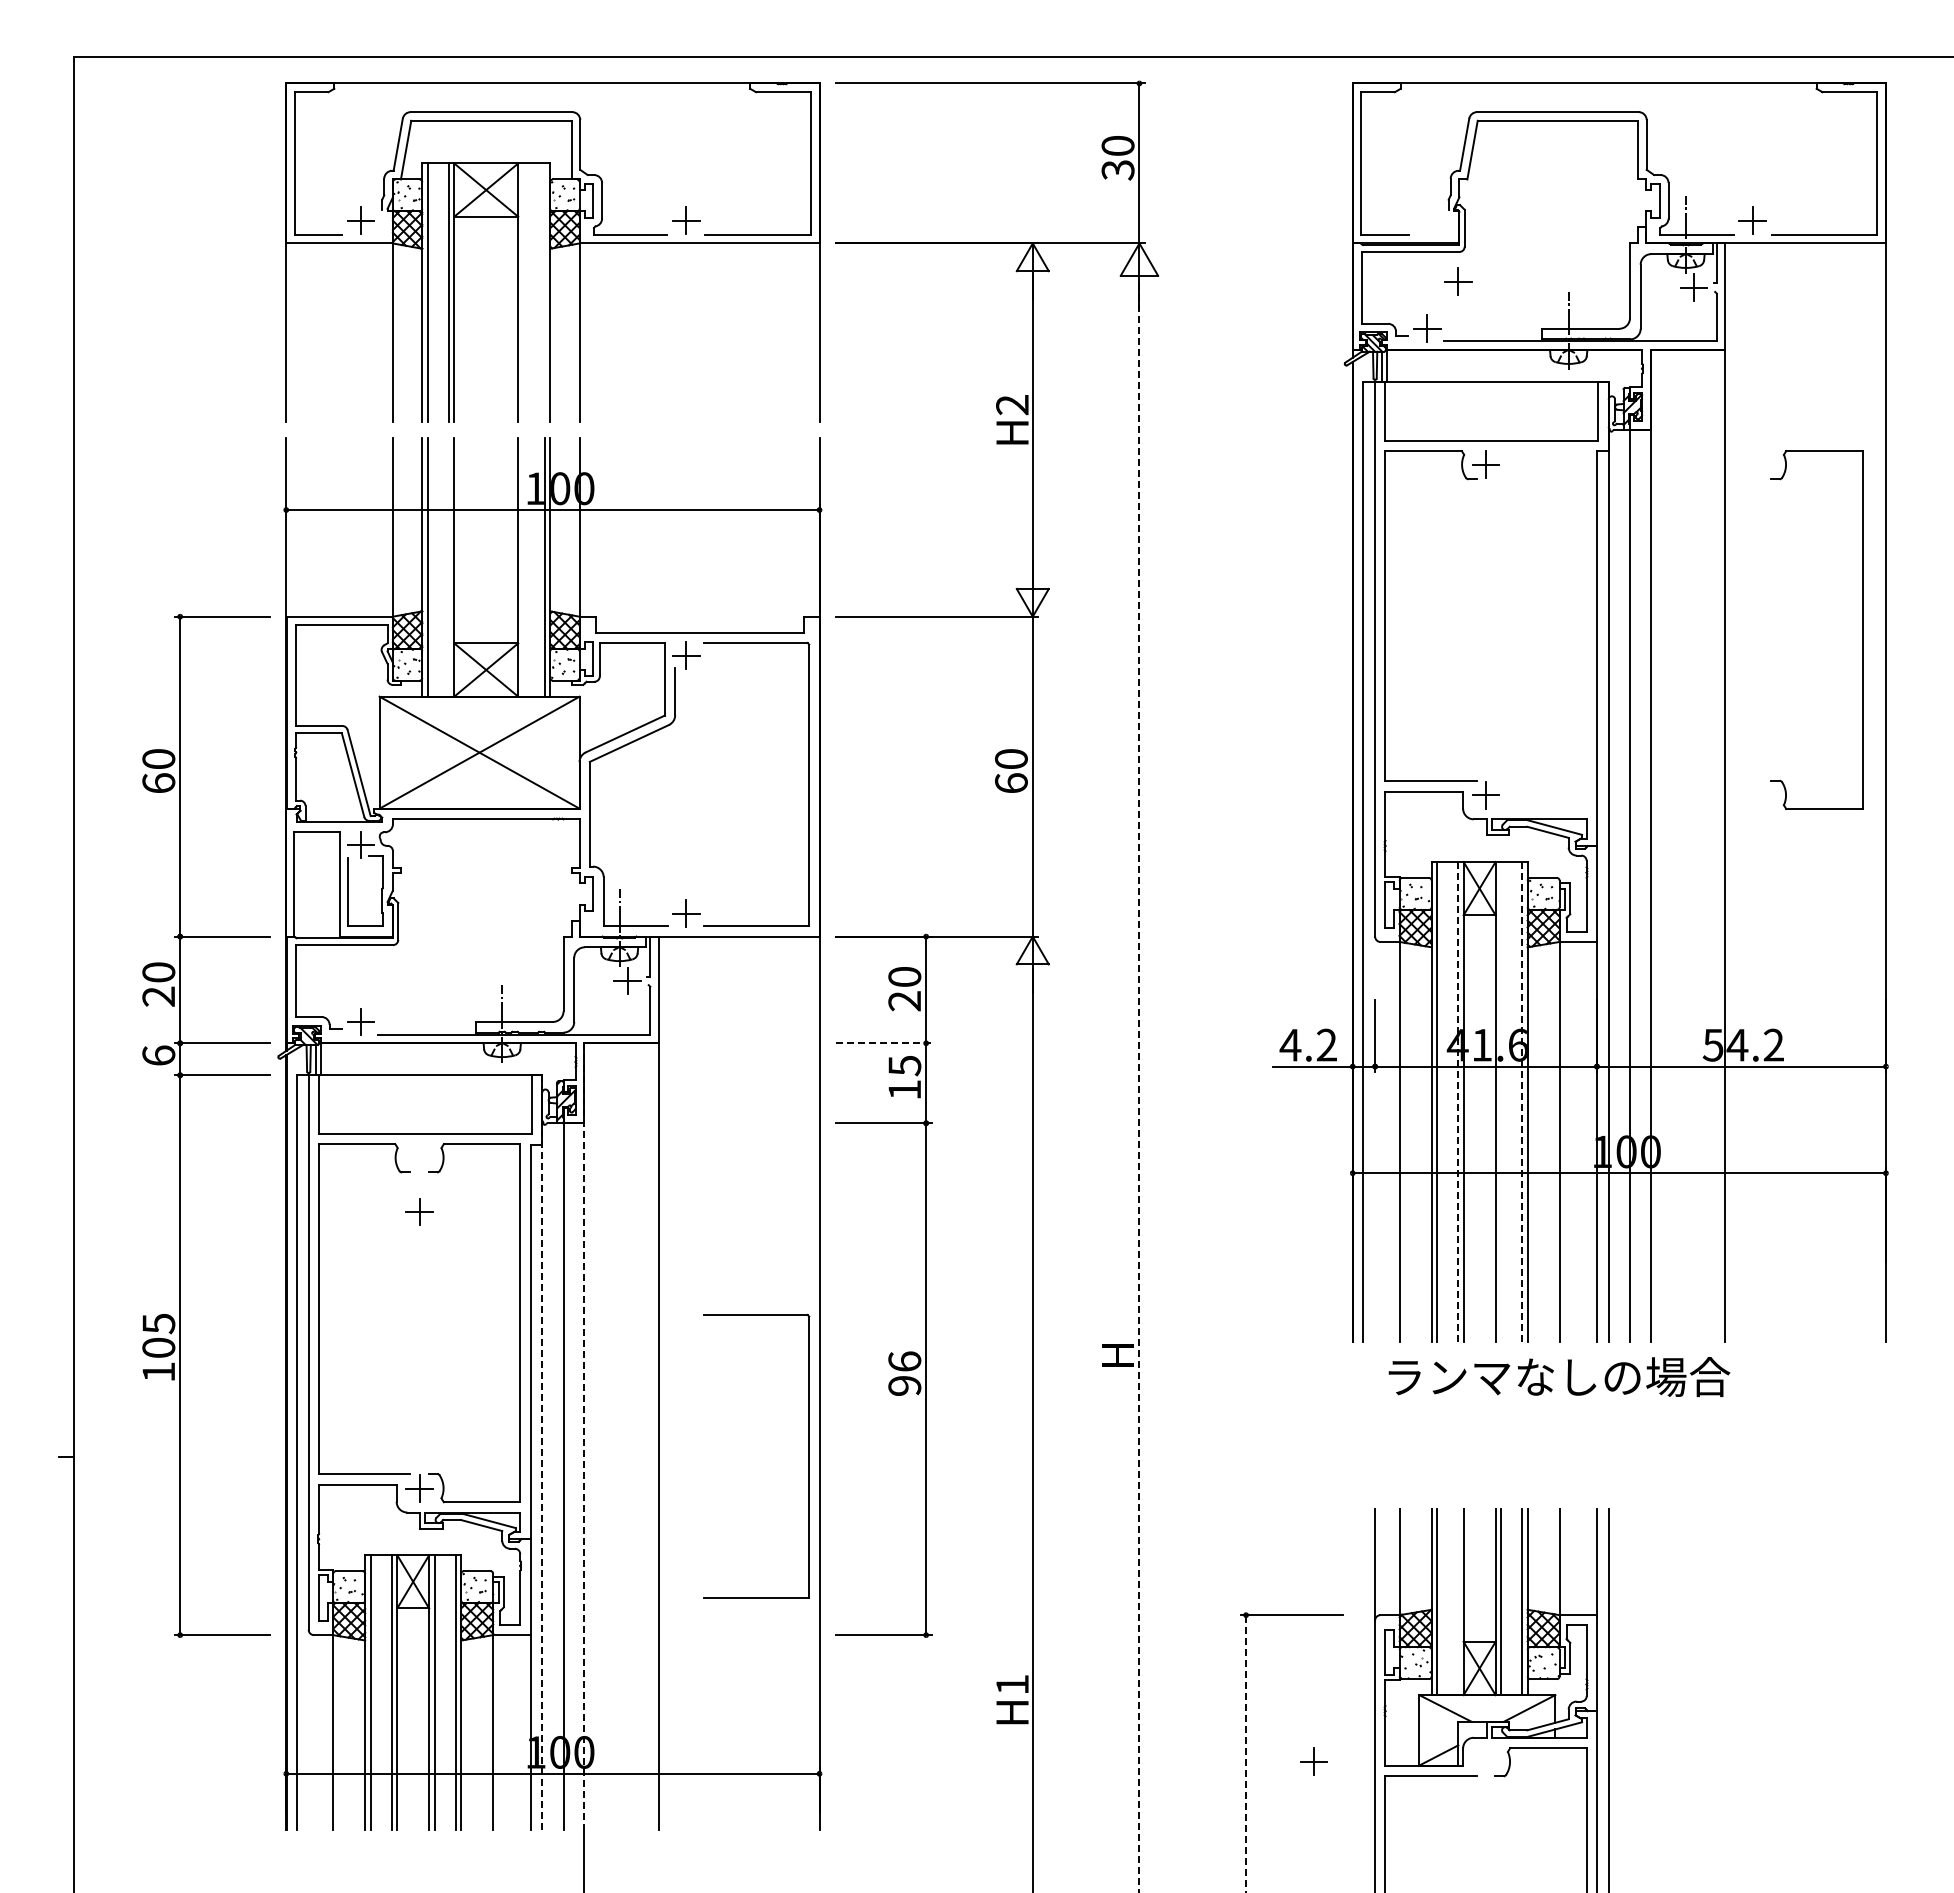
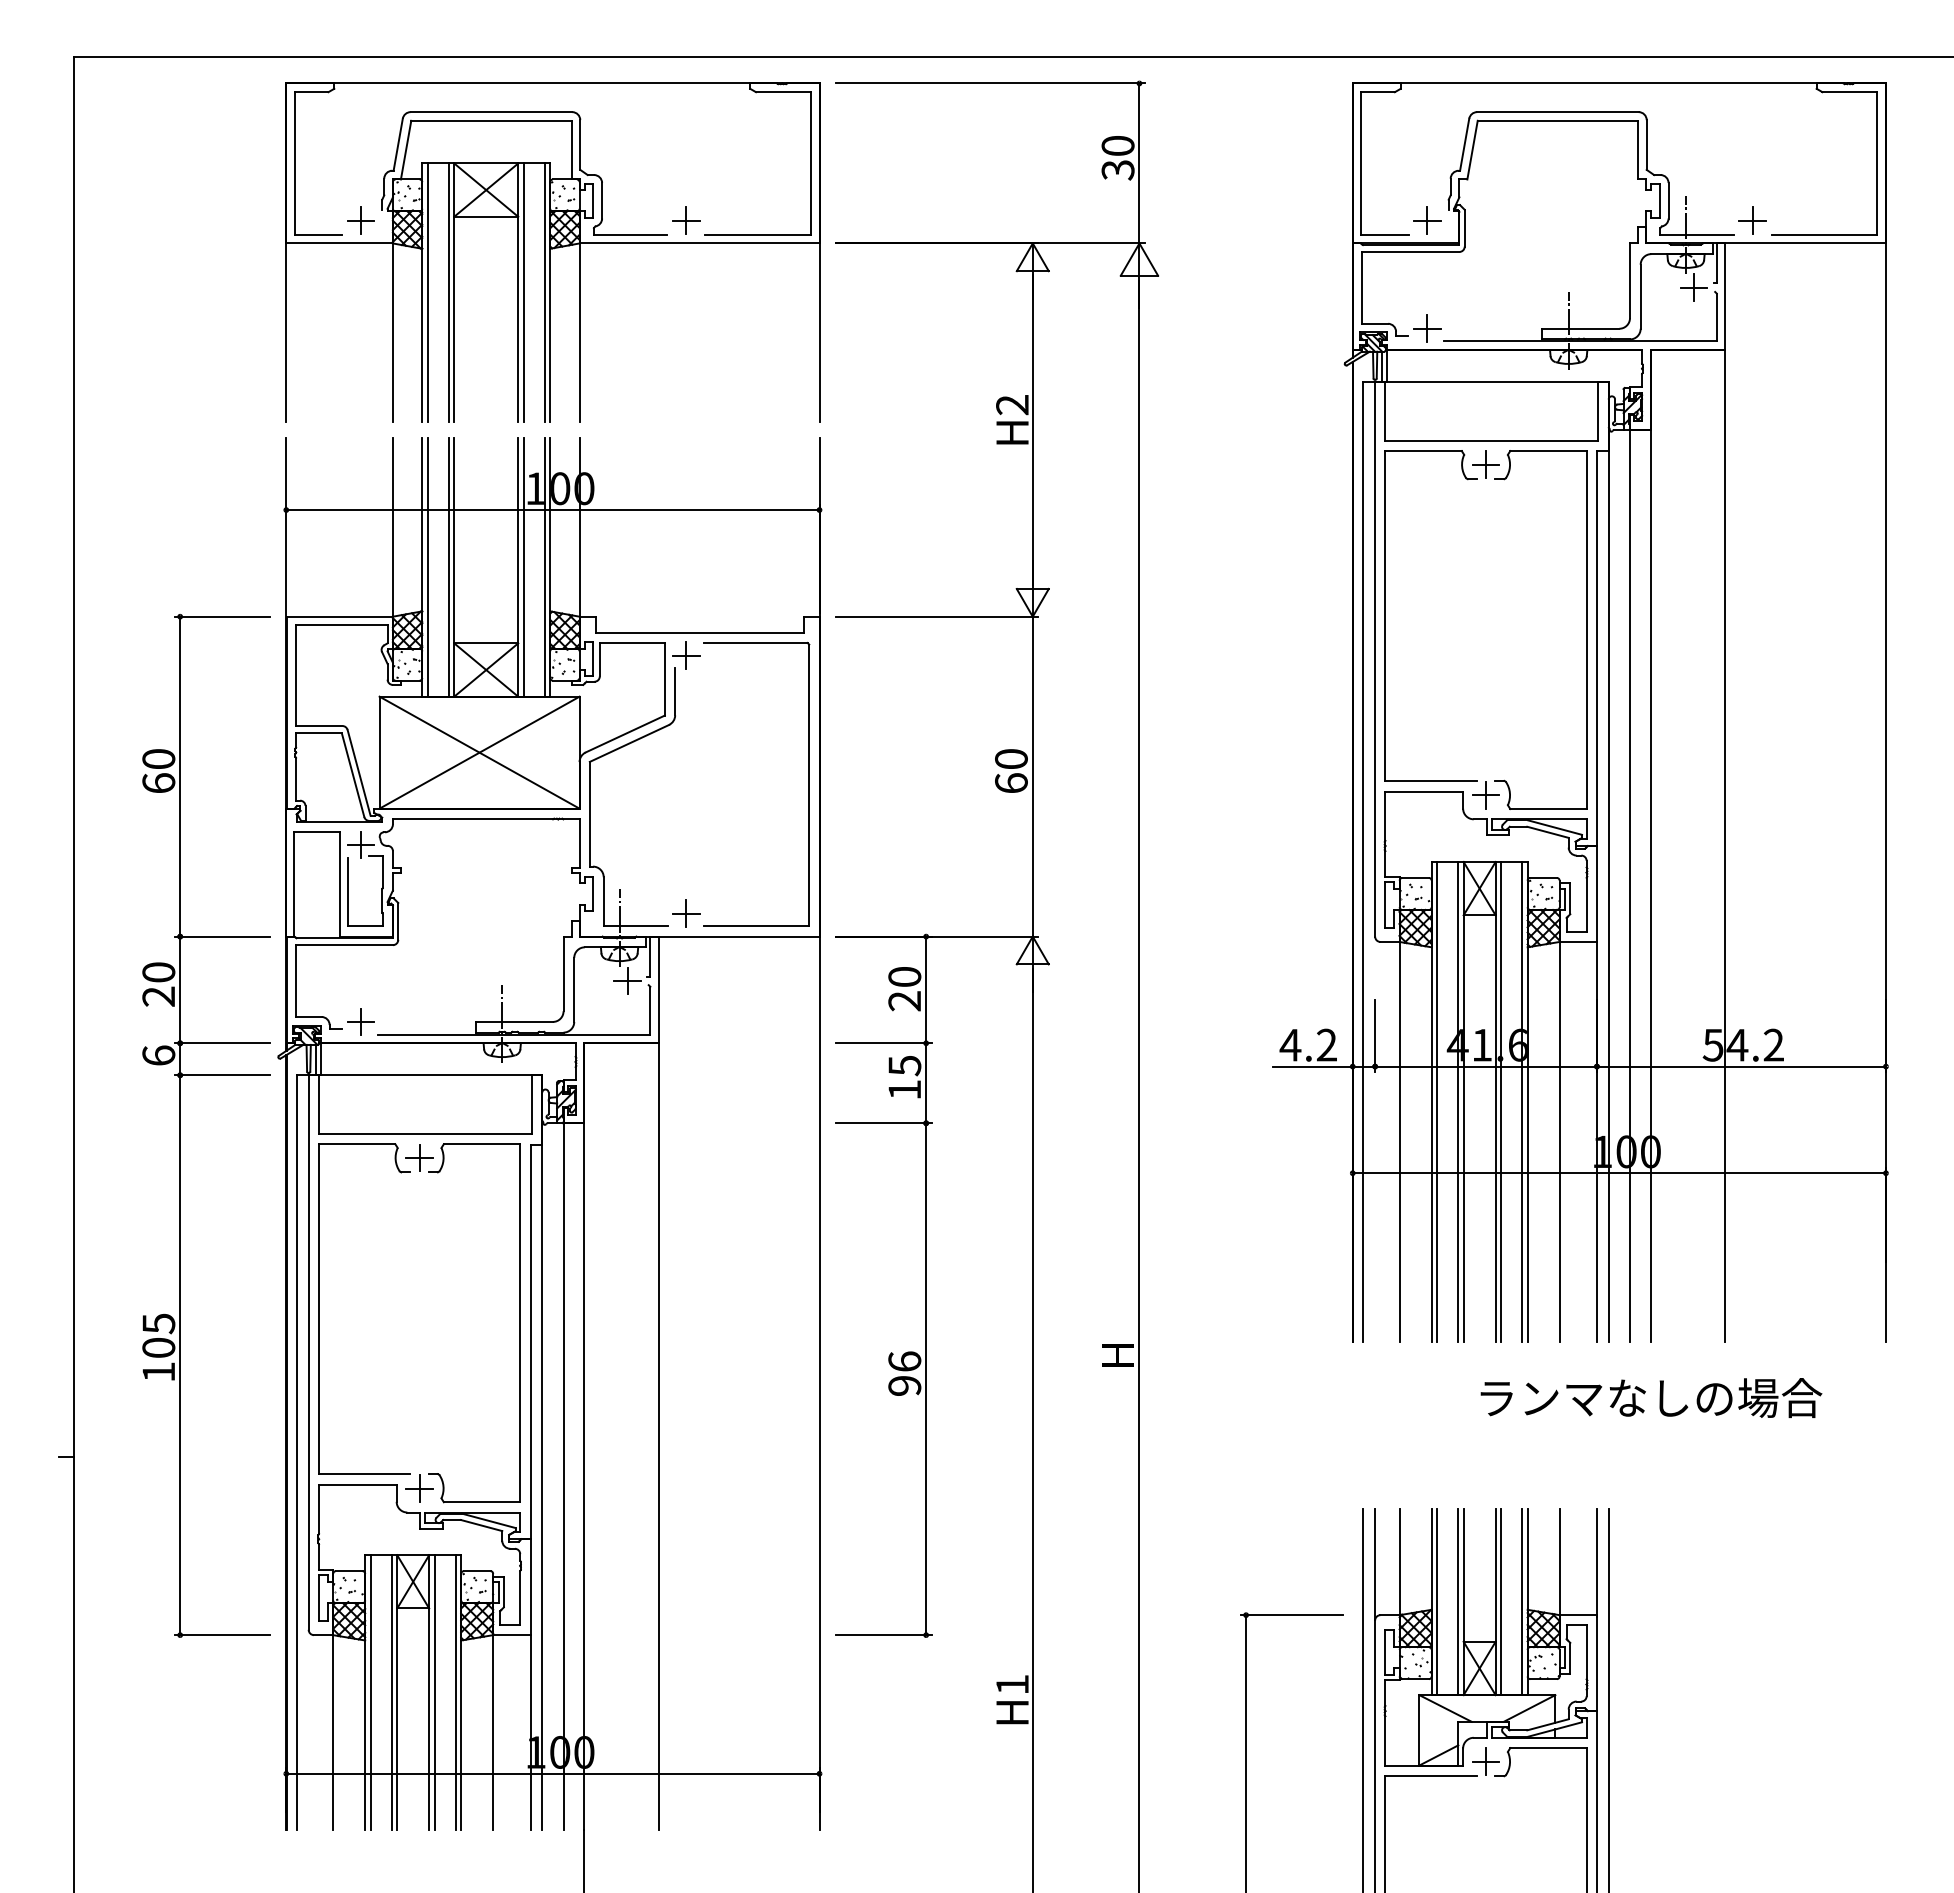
part at (1458, 281) position: (1458, 281) -> (1427, 220)
line at (523, 292): none -> present
line at (544, 292): none -> present
line at (448, 567): none -> present
line at (523, 567): none -> present
part at (1862, 629) position: (1862, 629) -> (1586, 629)
line at (883, 1043): dashed -> solid
line at (1139, 1086): dashed -> solid
line at (1458, 1101): dashed -> solid
line at (1500, 1101): none -> present
line at (1522, 1101): dashed -> solid
part at (419, 1211) position: (419, 1211) -> (419, 1157)
text at (1559, 1376) position: (1559, 1376) -> (1651, 1397)
line at (584, 1437): dashed -> solid
line at (542, 1453): dashed -> solid
part at (808, 1455): present -> none
line at (1458, 1601): none -> present
line at (1363, 1698): none -> present
line at (1246, 1753): dashed -> solid
part at (1313, 1761) position: (1313, 1761) -> (1485, 1761)
